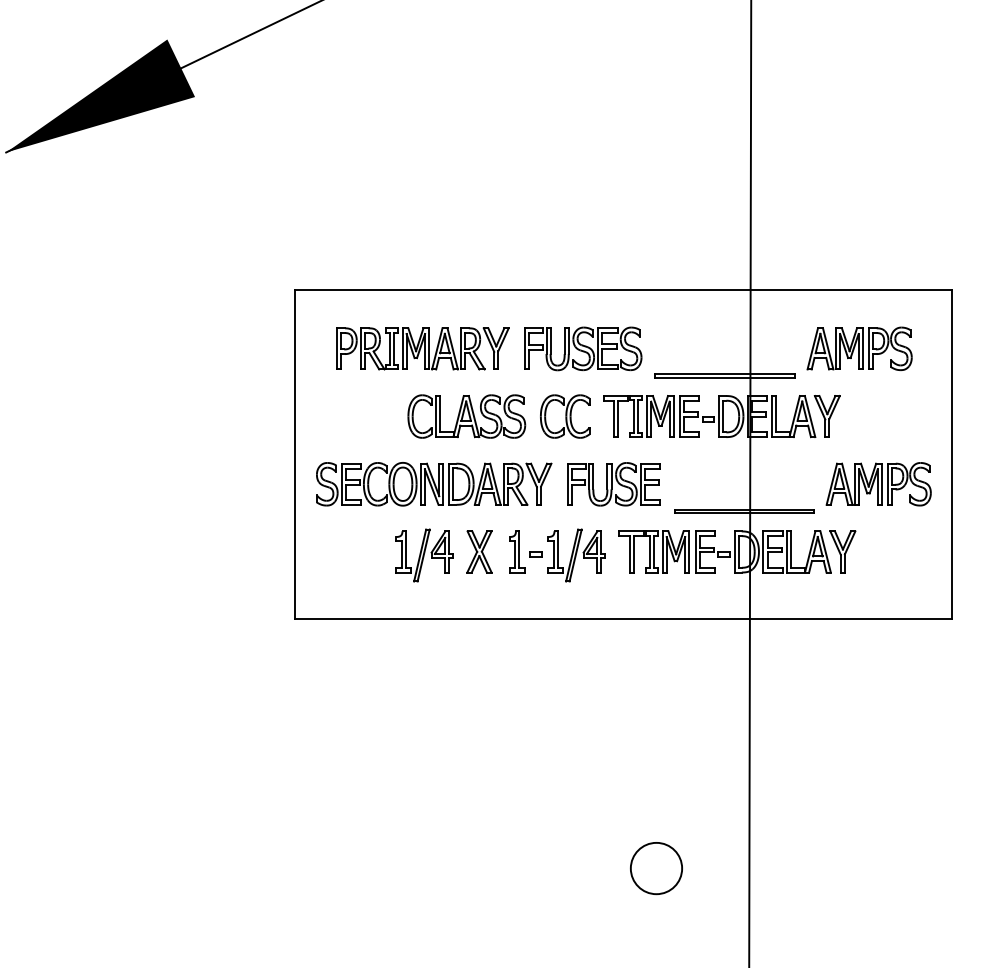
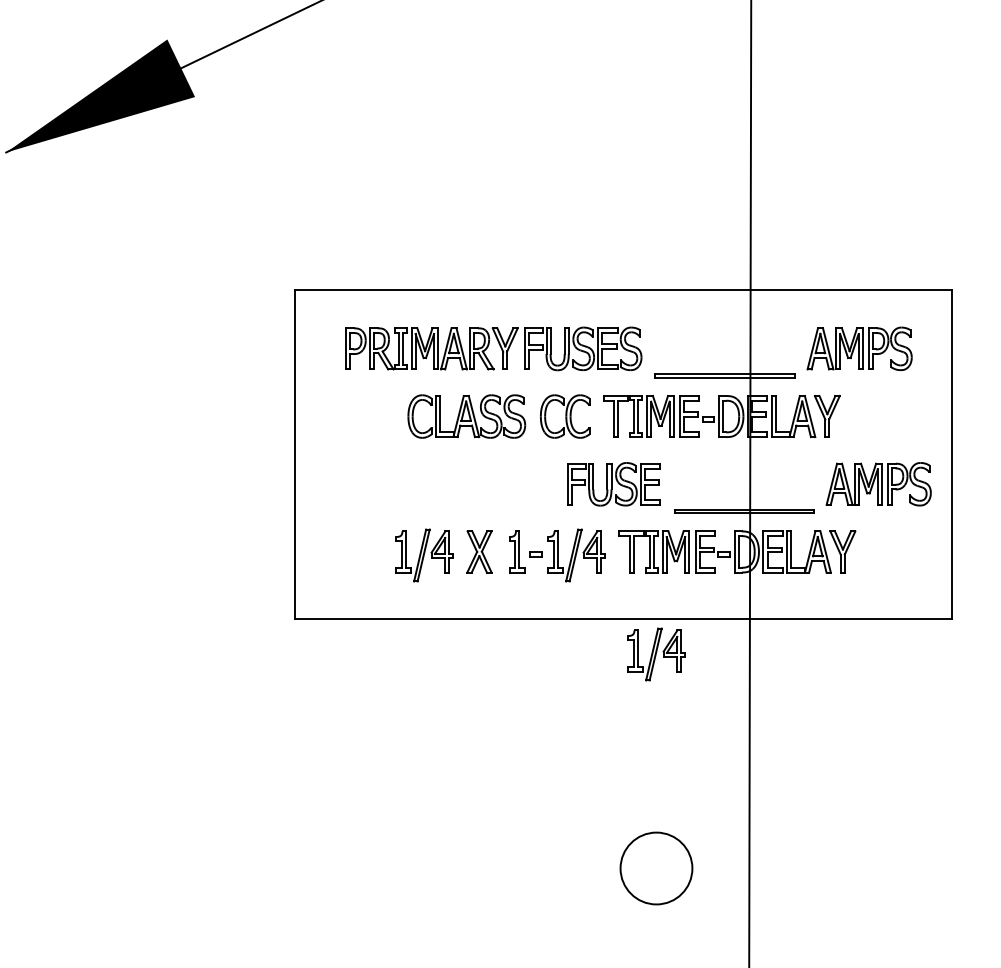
part at (422, 348) position: (422, 348) -> (431, 348)
part at (434, 484): present -> none
part at (656, 654): none -> present
circle at (656, 868) diameter: 51 px -> 72 px
